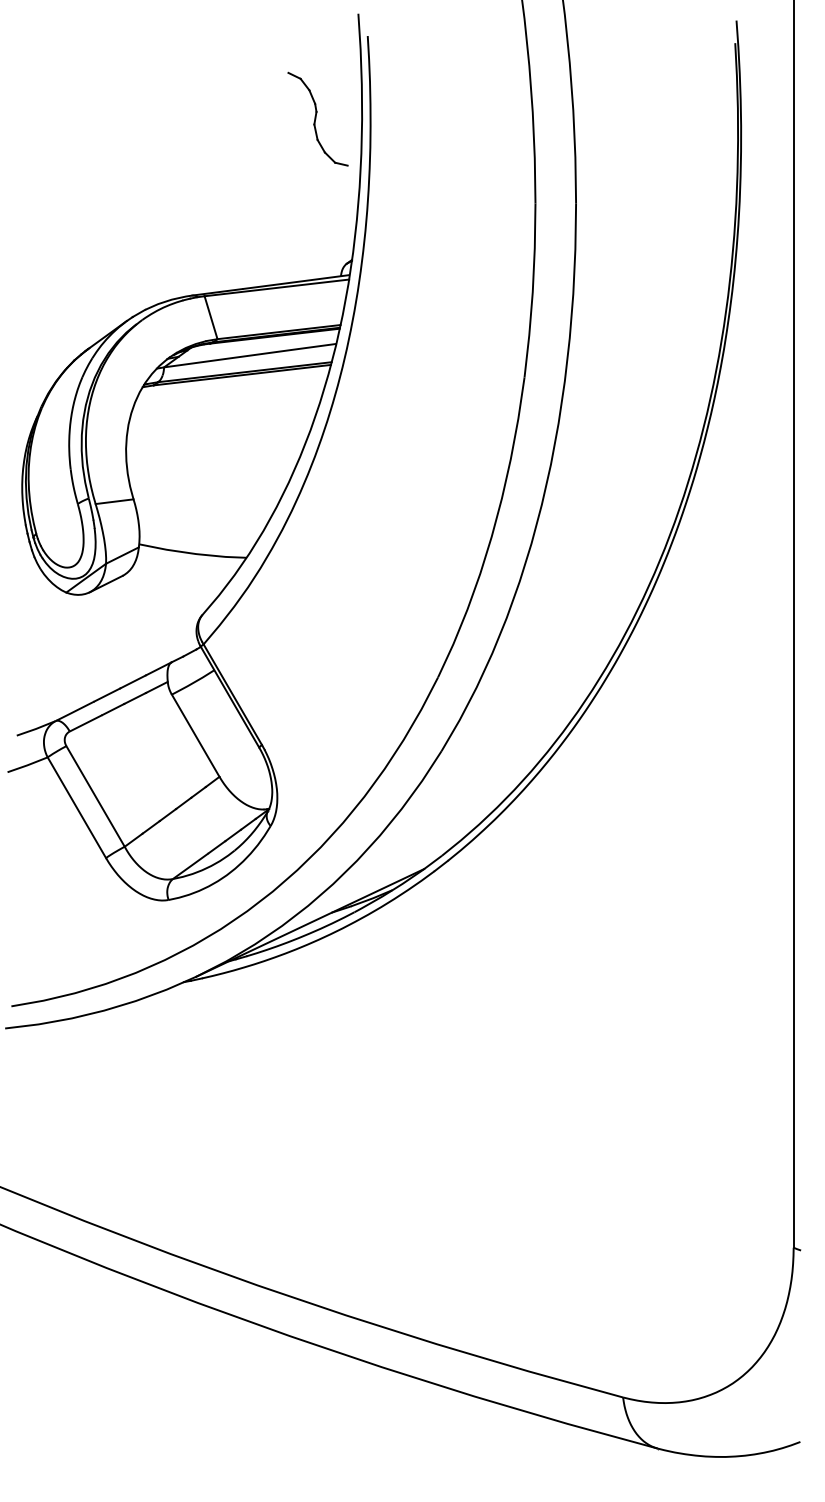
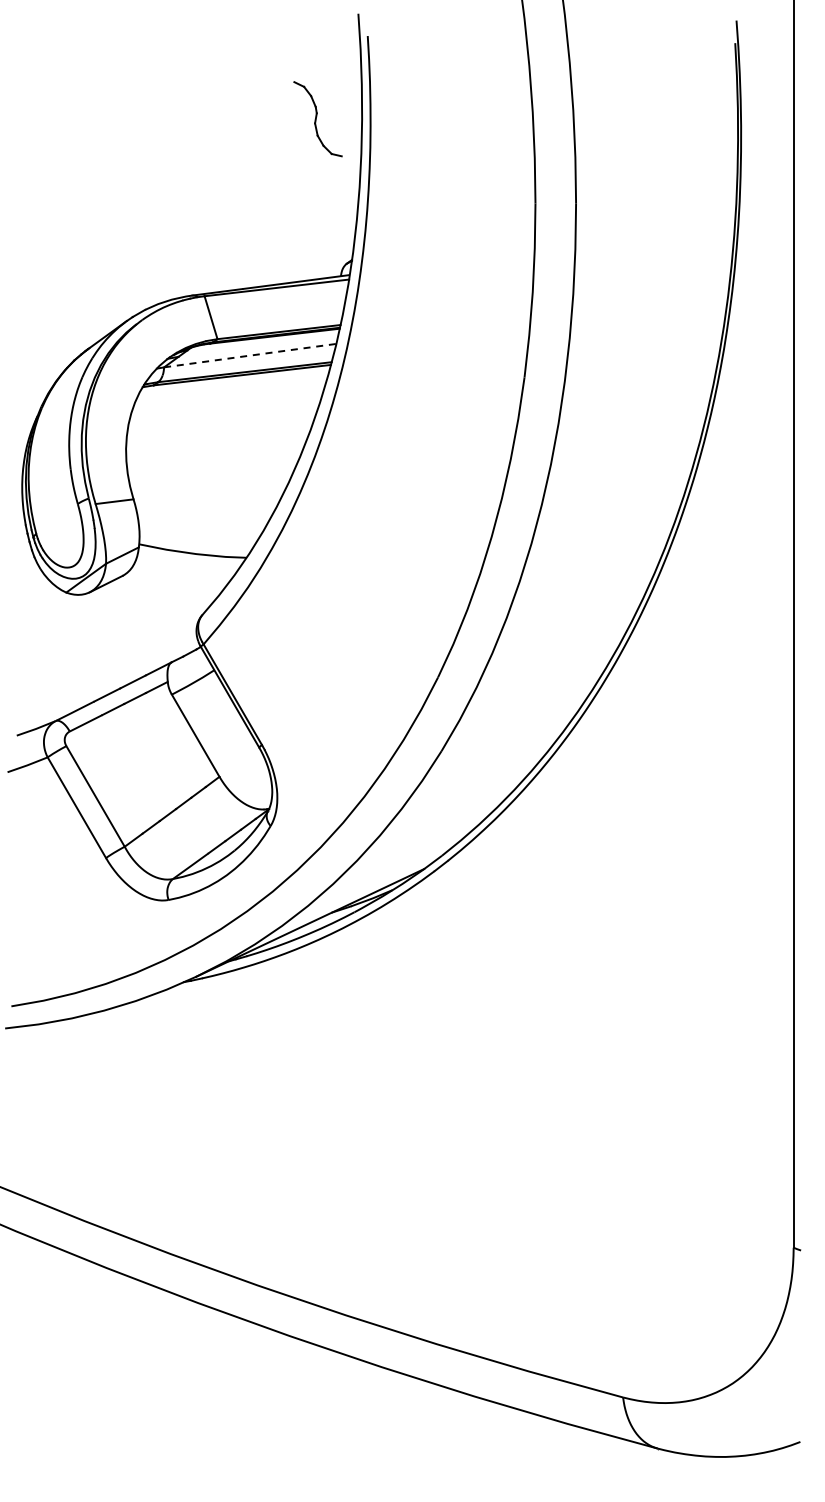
part at (317, 118) size: 62x96 px -> 50x77 px
line at (250, 355): solid -> dashed
